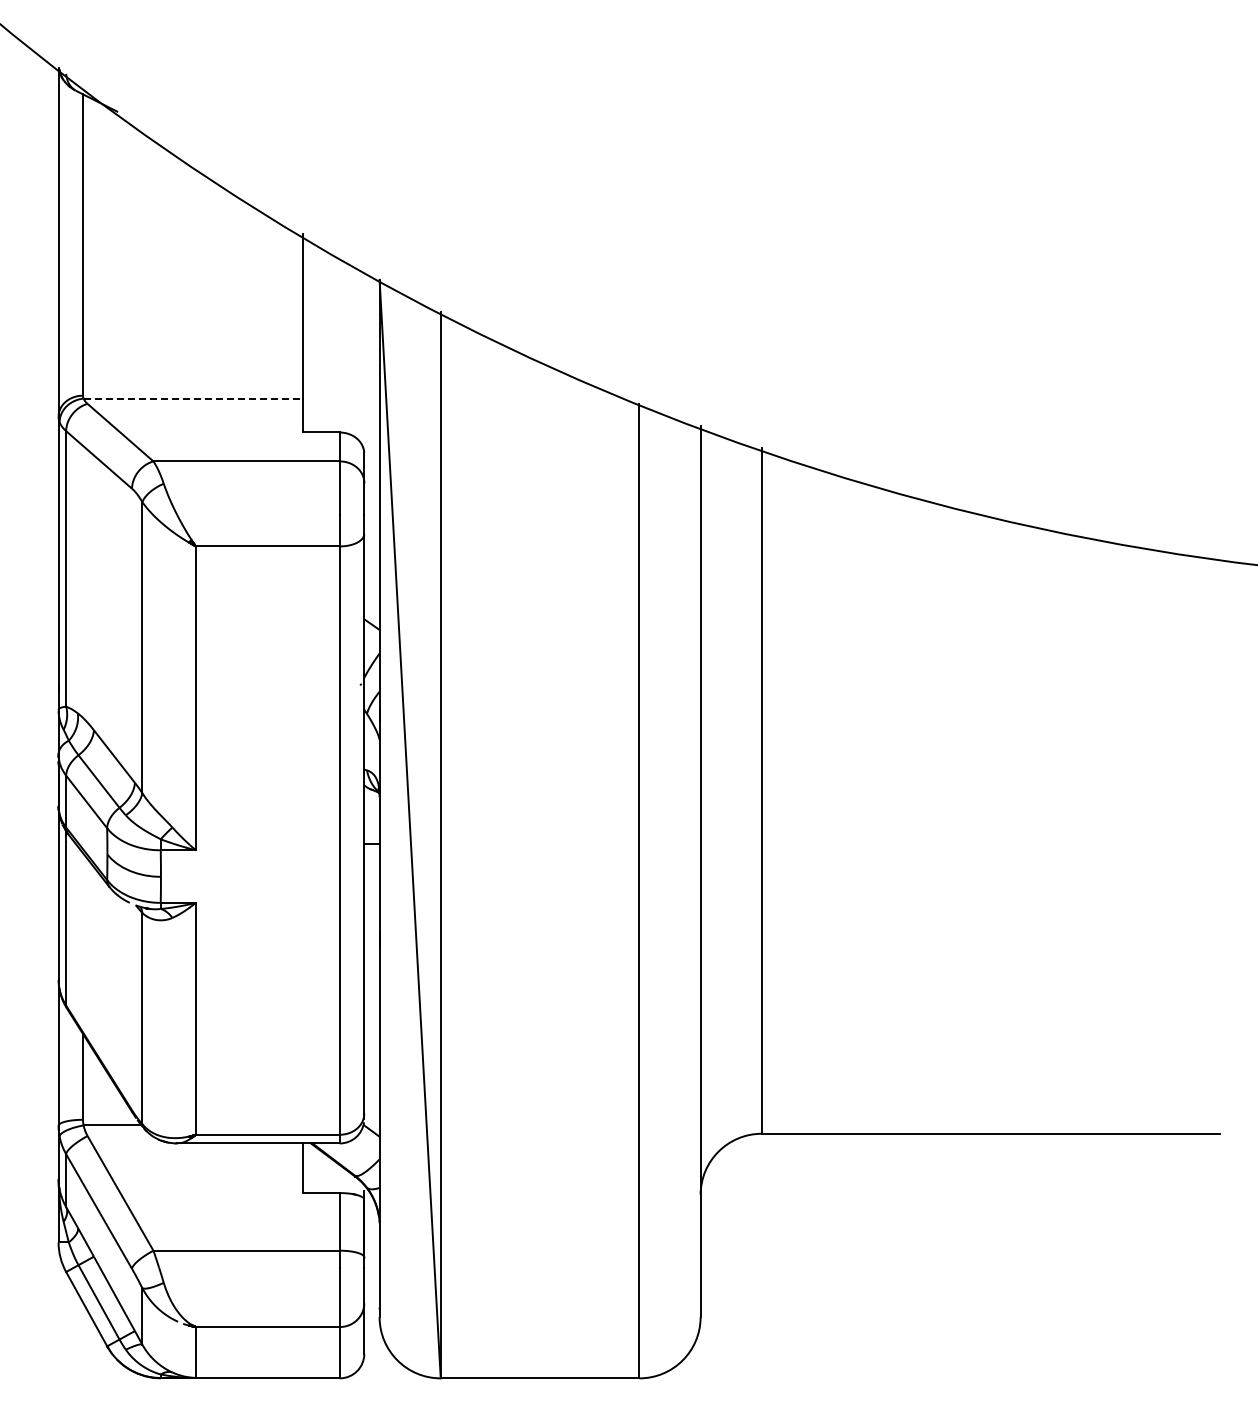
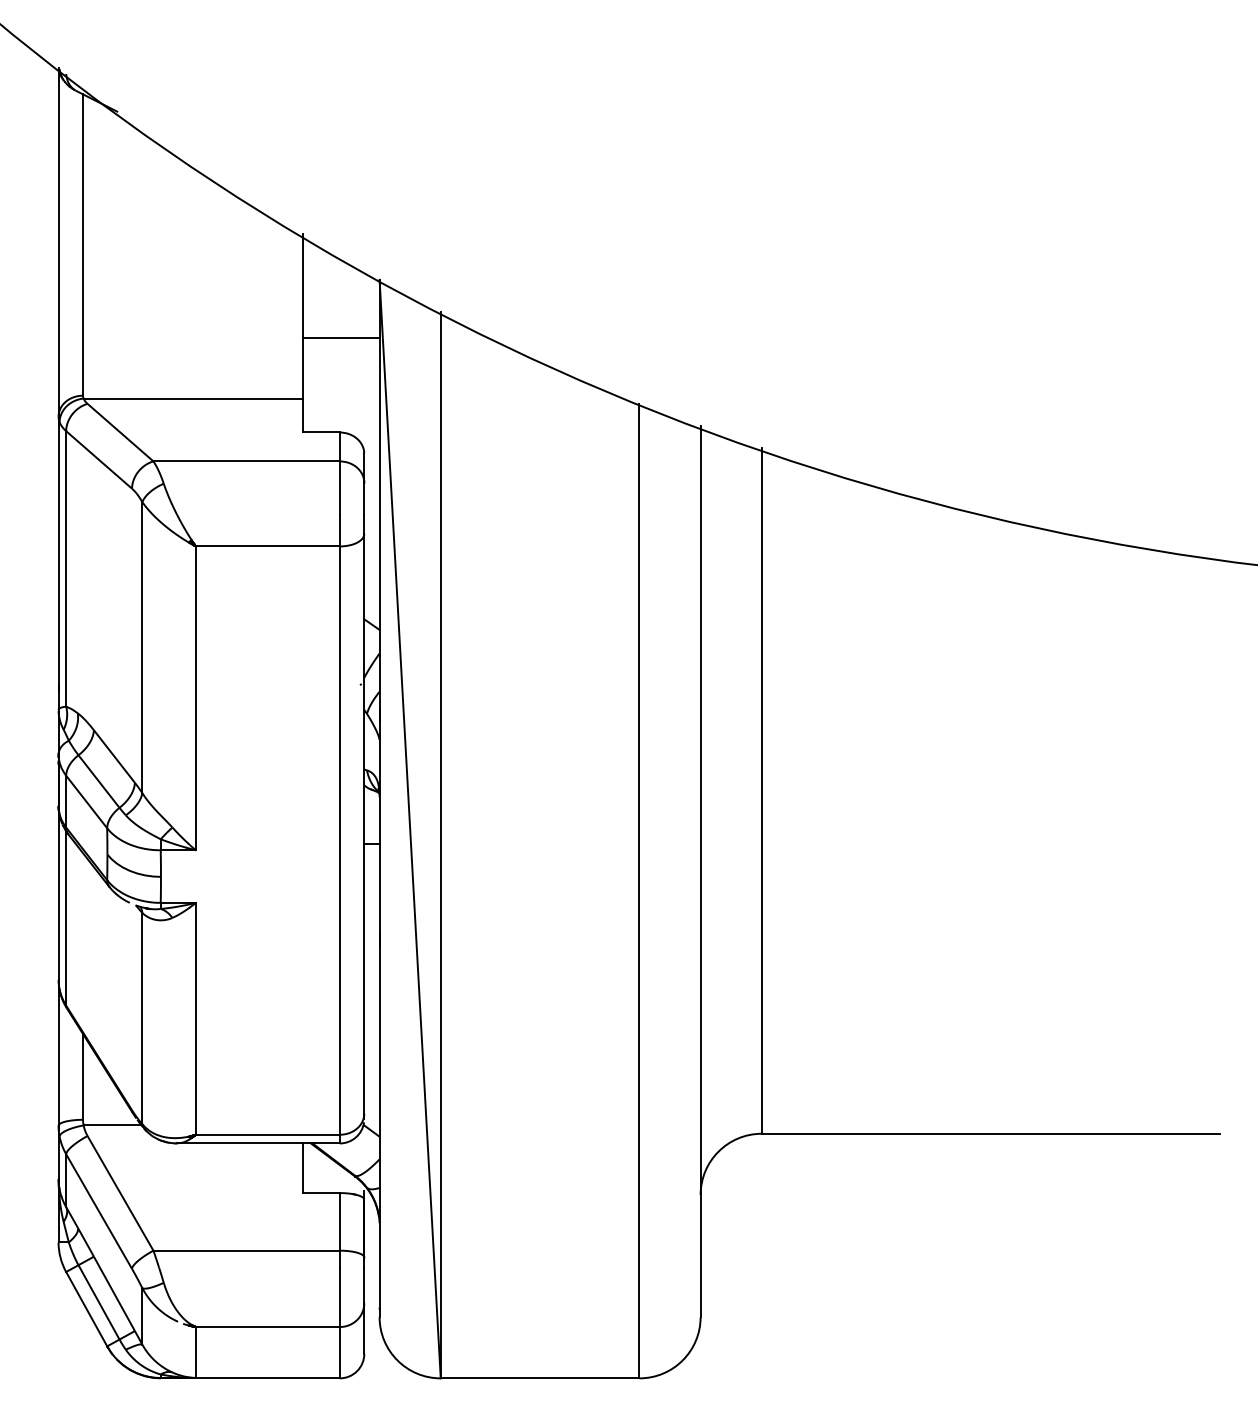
line at (341, 337): none -> present
line at (193, 398): dashed -> solid
